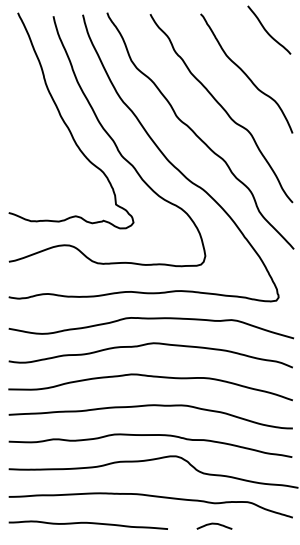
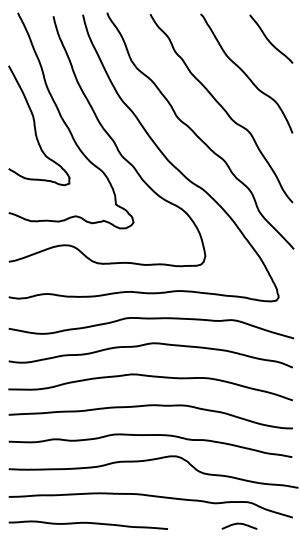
curve at (267, 31) position: (267, 31) -> (269, 40)
curve at (35, 125): none -> present
curve at (214, 524) position: (214, 524) -> (239, 524)
